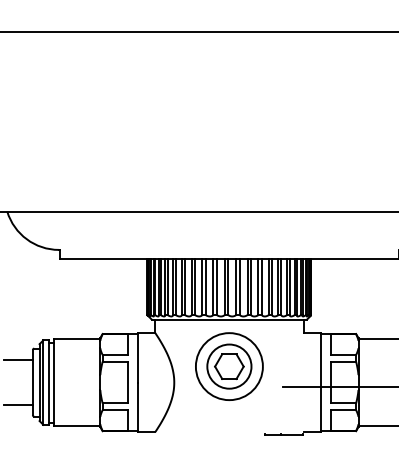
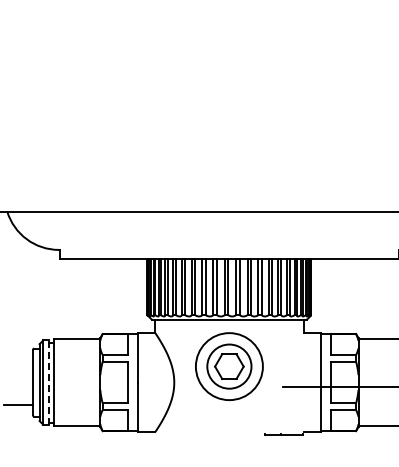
line at (198, 31): present -> none
line at (17, 360): present -> none
line at (48, 382): solid -> dashed
